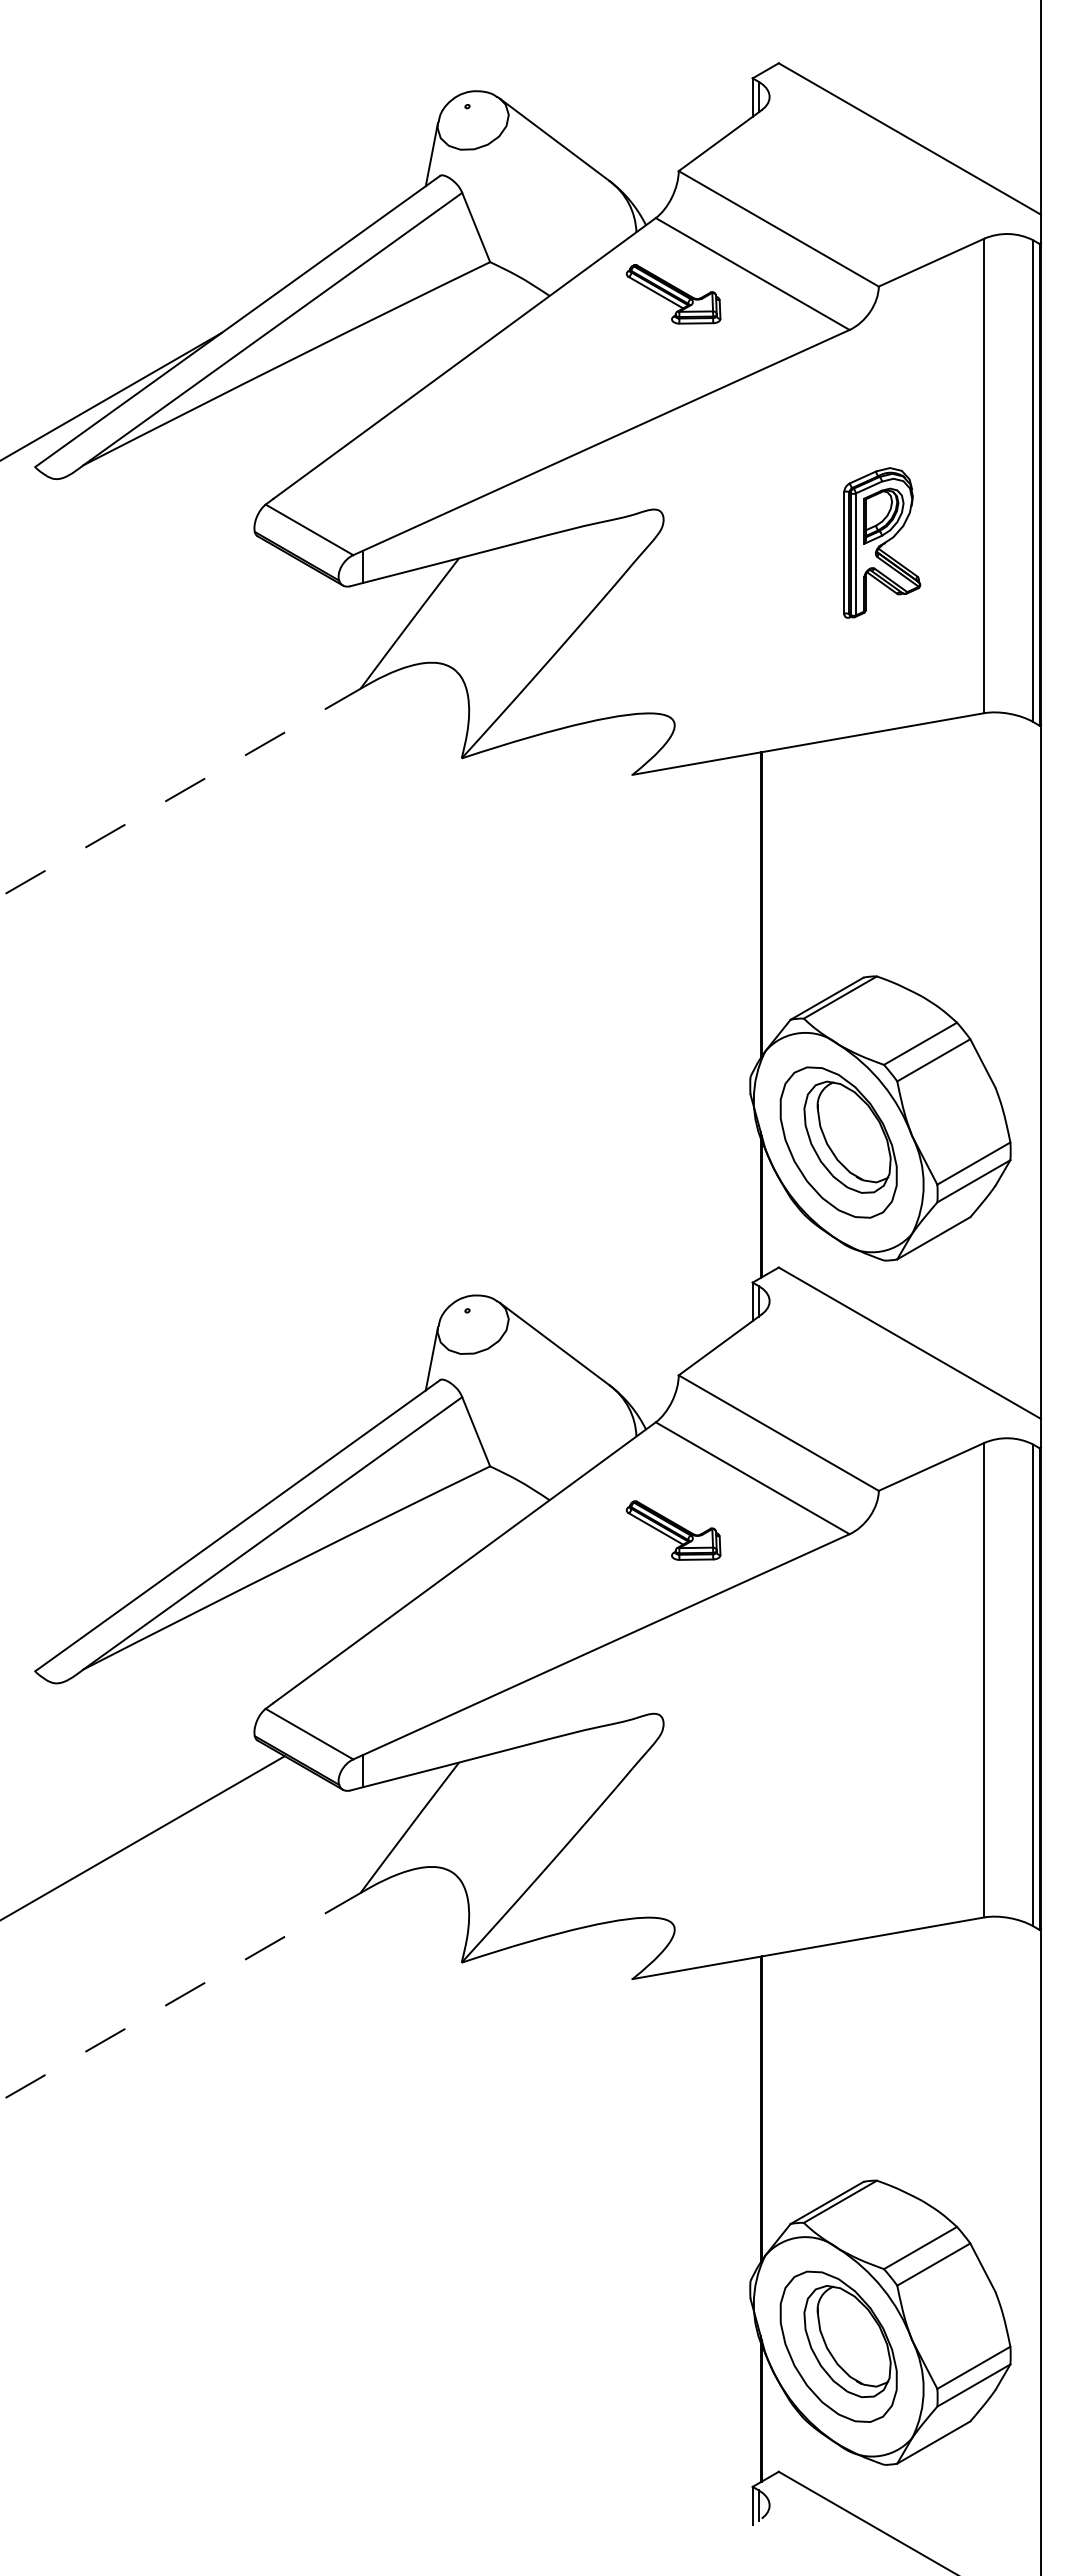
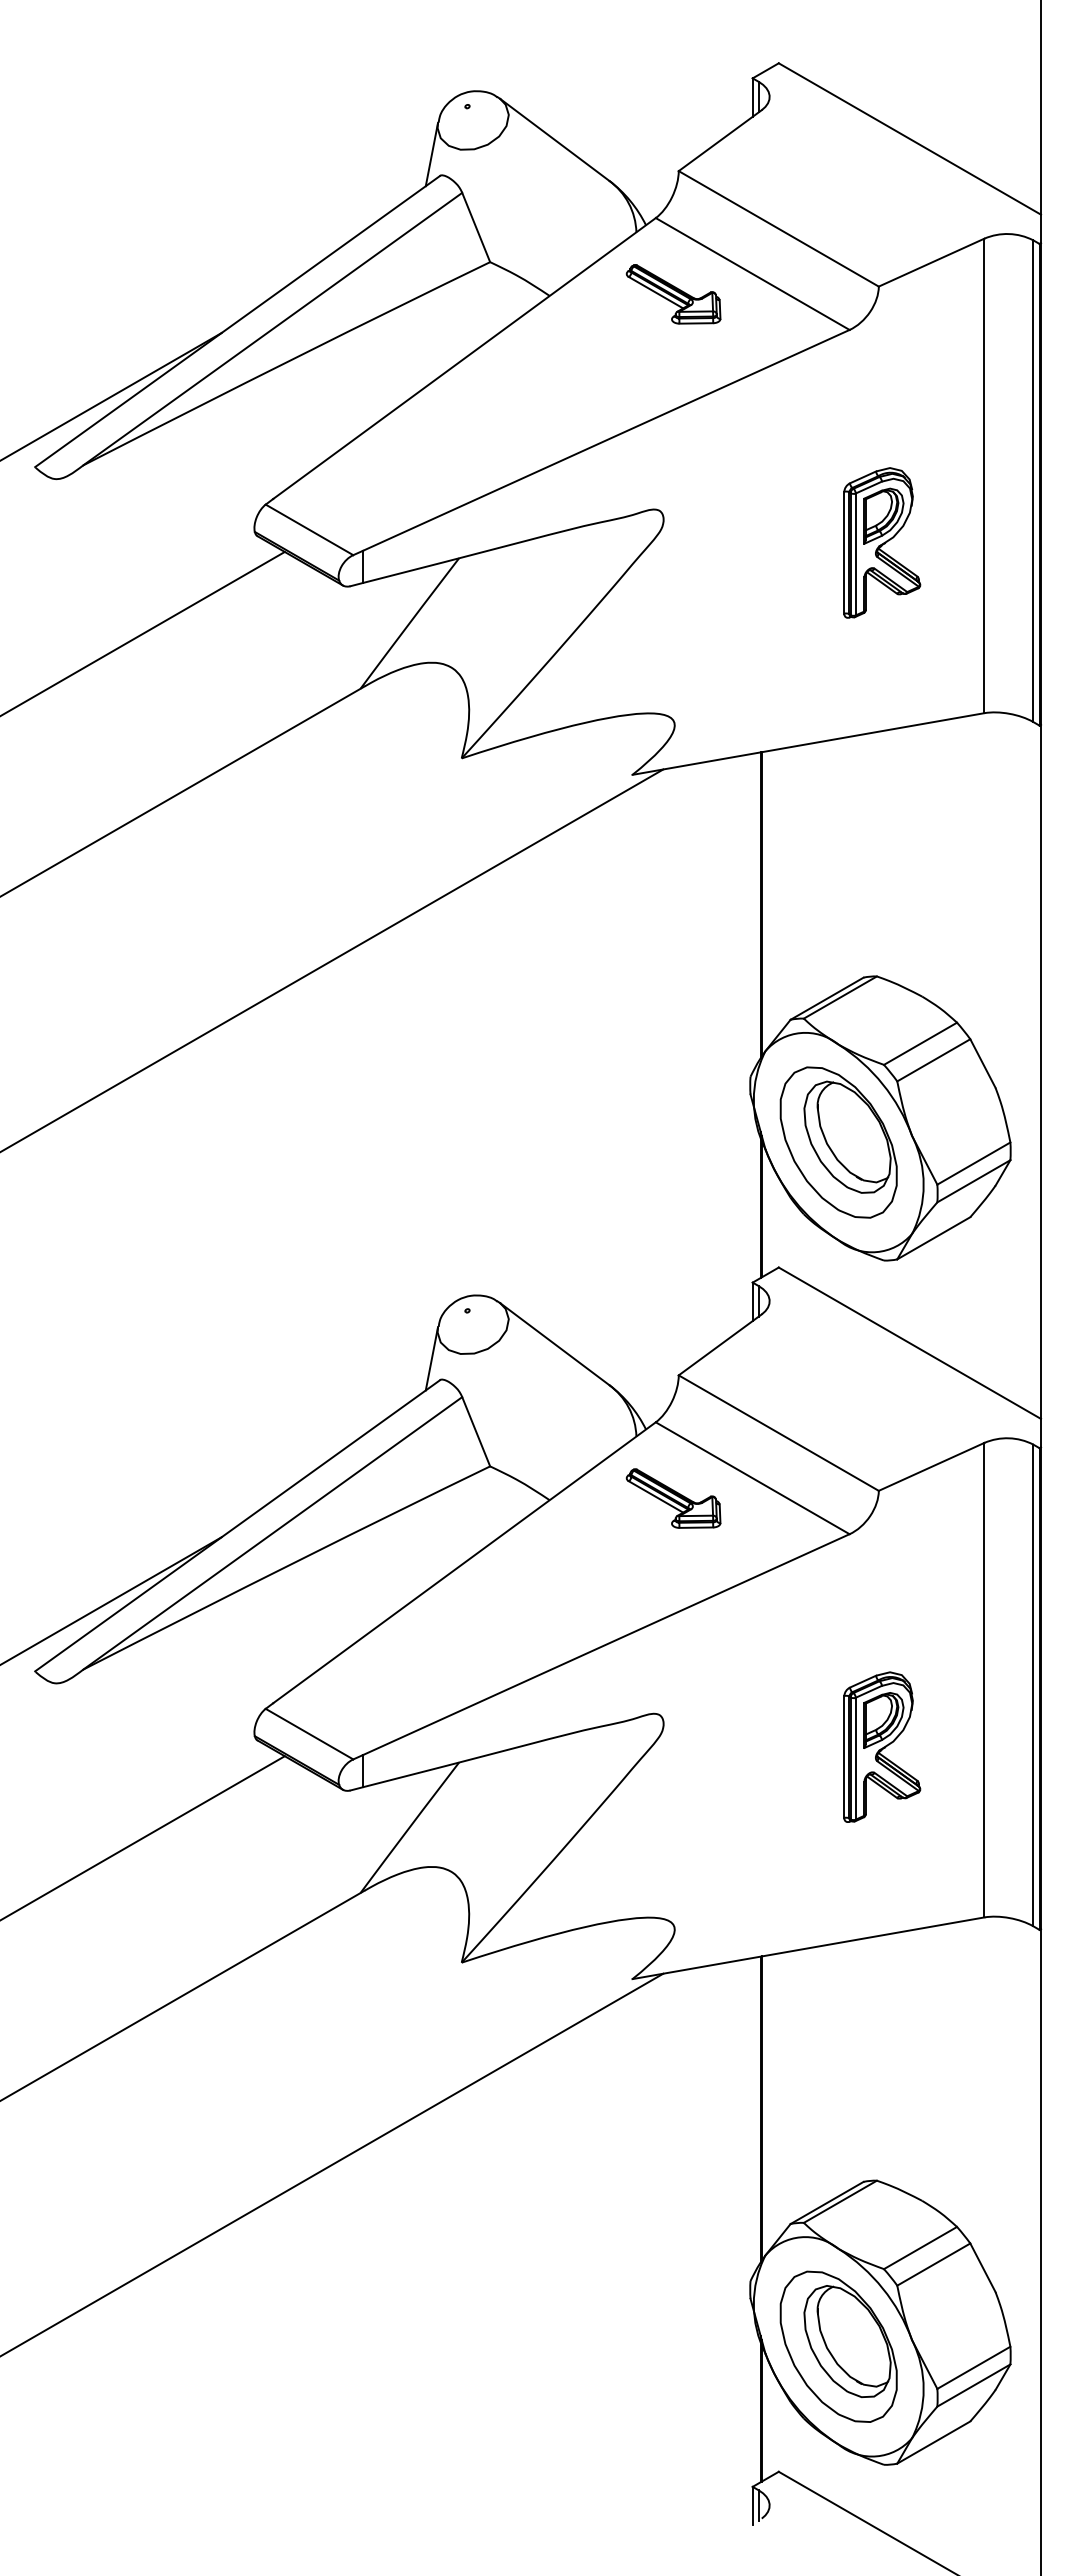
line at (143, 633): none -> present
line at (182, 791): dashed -> solid
line at (332, 960): none -> present
part at (673, 1530) position: (673, 1530) -> (673, 1498)
line at (111, 1600): none -> present
part at (882, 1746): none -> present
line at (182, 1996): dashed -> solid
line at (332, 2164): none -> present
